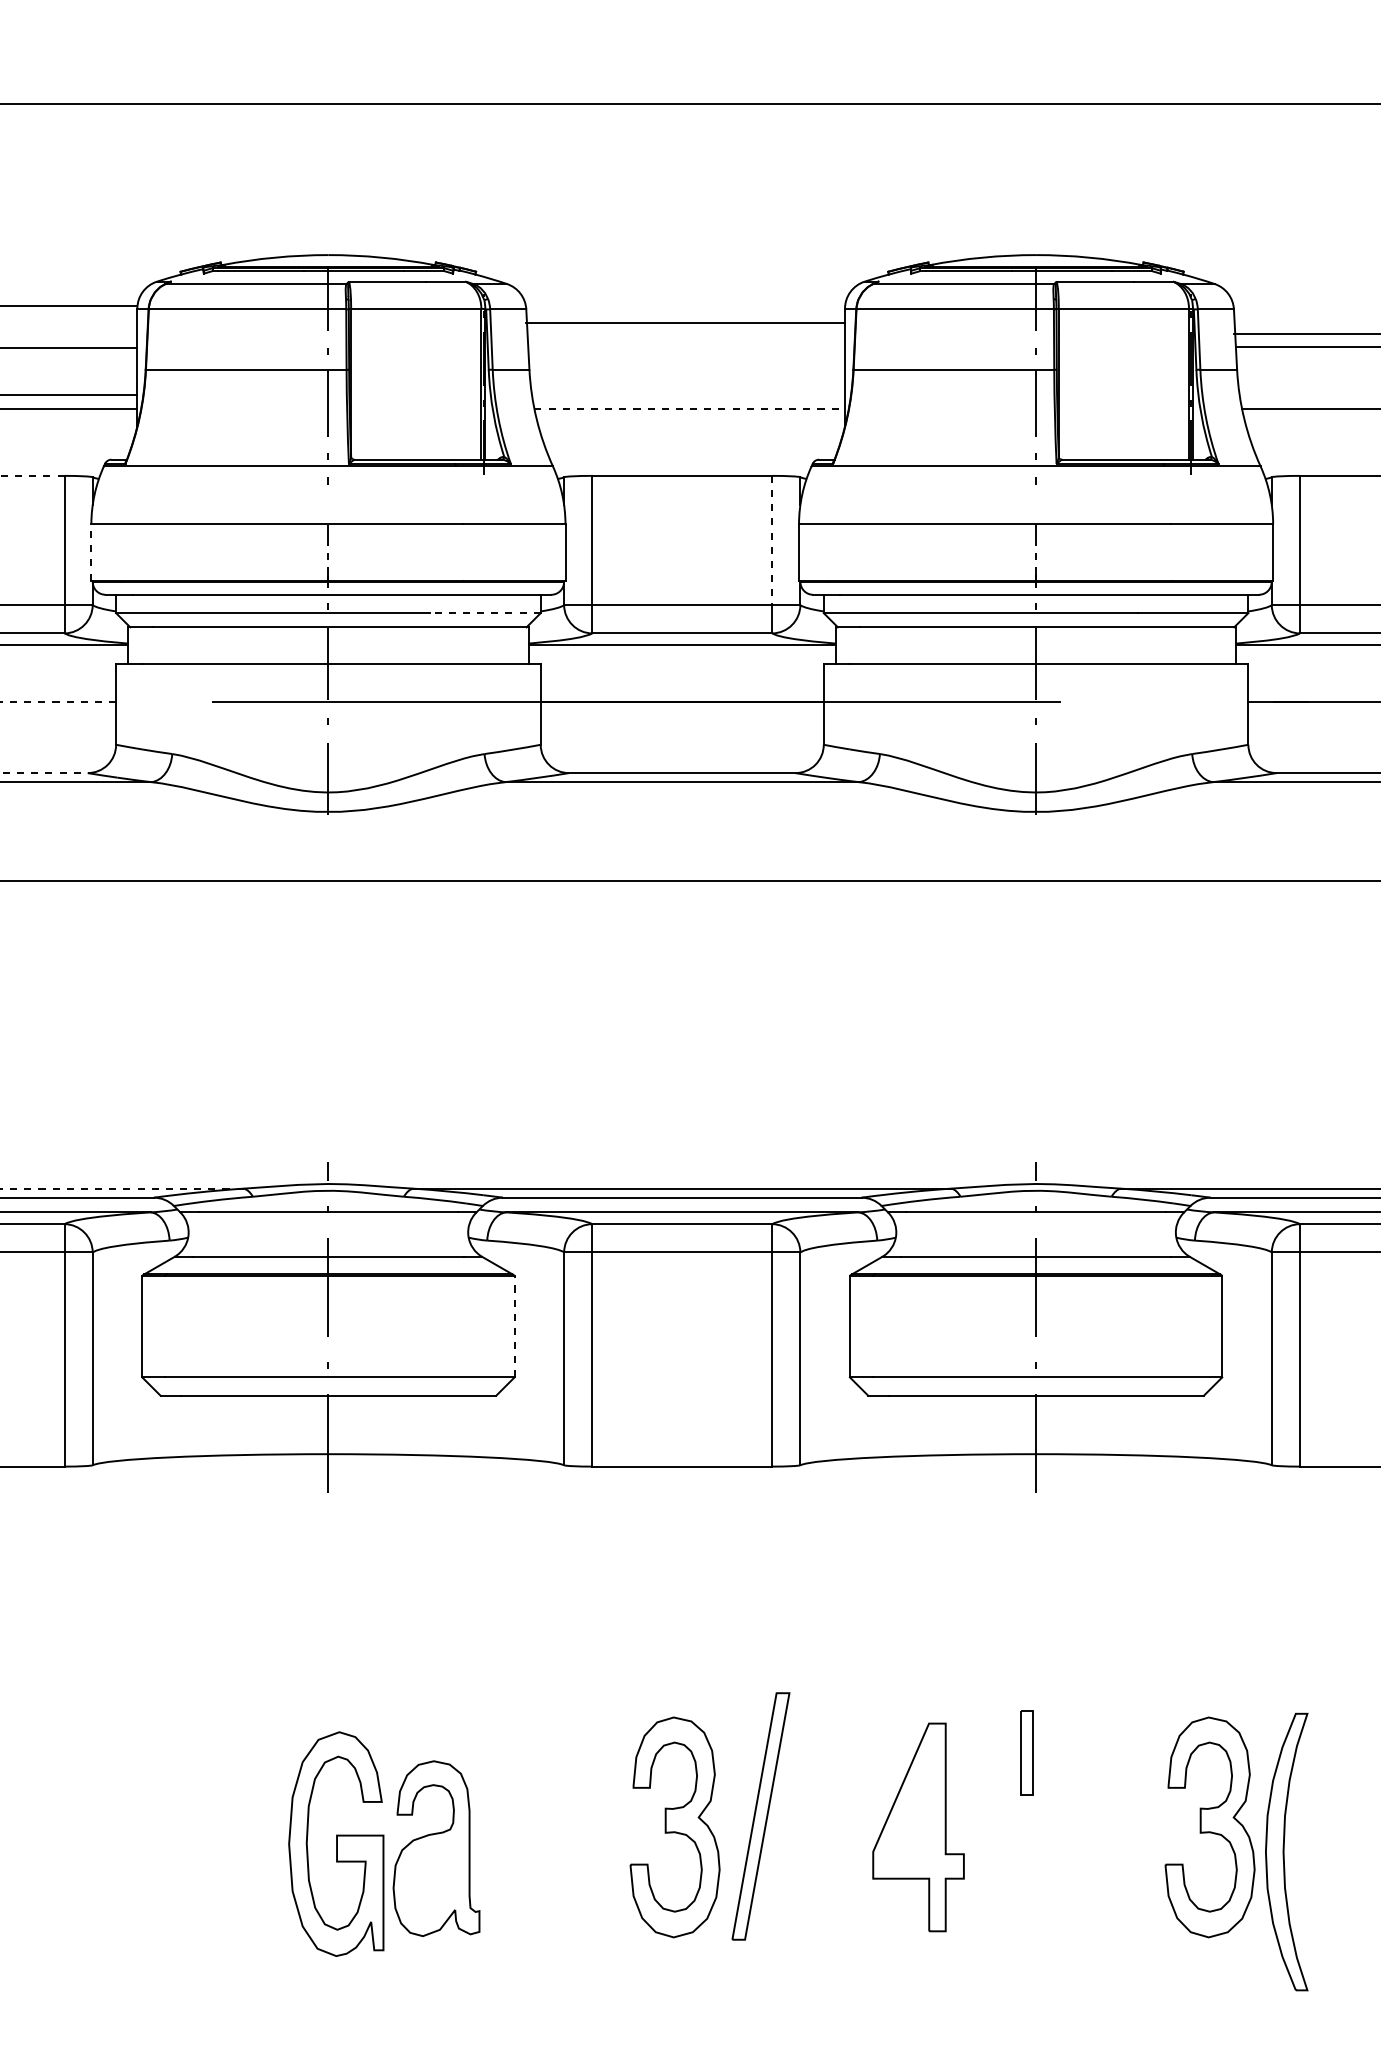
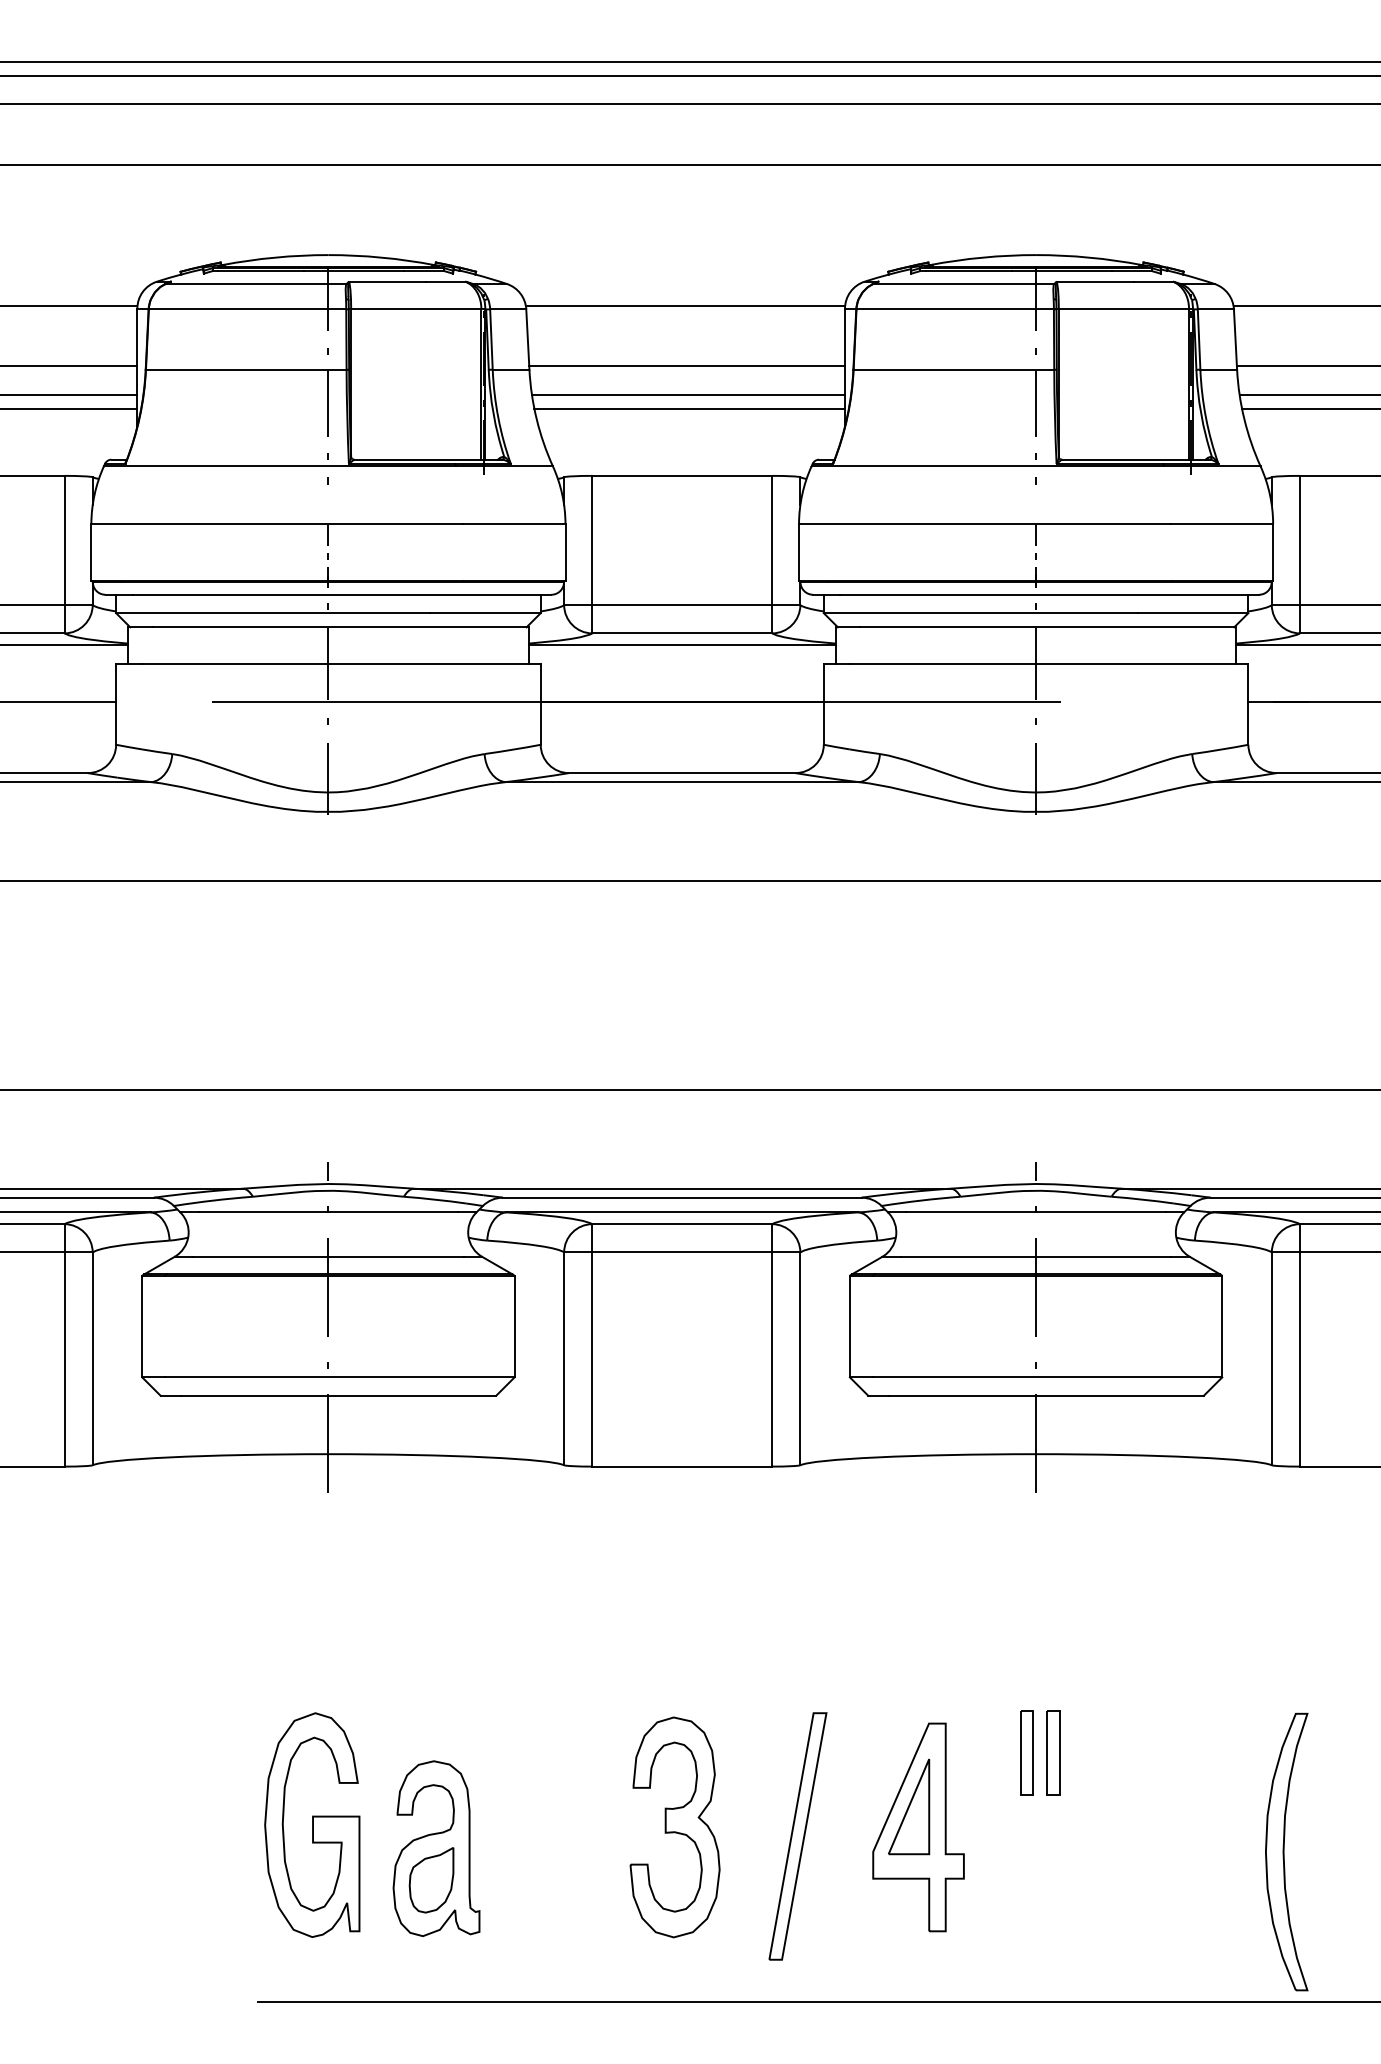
line at (689, 61): none -> present
line at (689, 76): none -> present
line at (689, 164): none -> present
line at (685, 323) position: (685, 323) -> (685, 306)
line at (1305, 334) position: (1305, 334) -> (1305, 306)
line at (1306, 347) position: (1306, 347) -> (1306, 366)
line at (69, 348) position: (69, 348) -> (69, 366)
line at (687, 366): none -> present
line at (688, 394): none -> present
line at (1308, 394): none -> present
line at (690, 408): dashed -> solid
line at (32, 475): dashed -> solid
line at (772, 540): dashed -> solid
line at (91, 551): dashed -> solid
line at (484, 613): dashed -> solid
line at (58, 701): dashed -> solid
line at (43, 773): dashed -> solid
line at (689, 1090): none -> present
line at (121, 1188): dashed -> solid
line at (514, 1326): dashed -> solid
part at (1053, 1752): none -> present
part at (909, 1806): none -> present
part at (760, 1816) position: (760, 1816) -> (797, 1836)
part at (1209, 1827): present -> none
part at (336, 1843) position: (336, 1843) -> (312, 1824)
part at (431, 1880): none -> present
line at (817, 2002): none -> present
